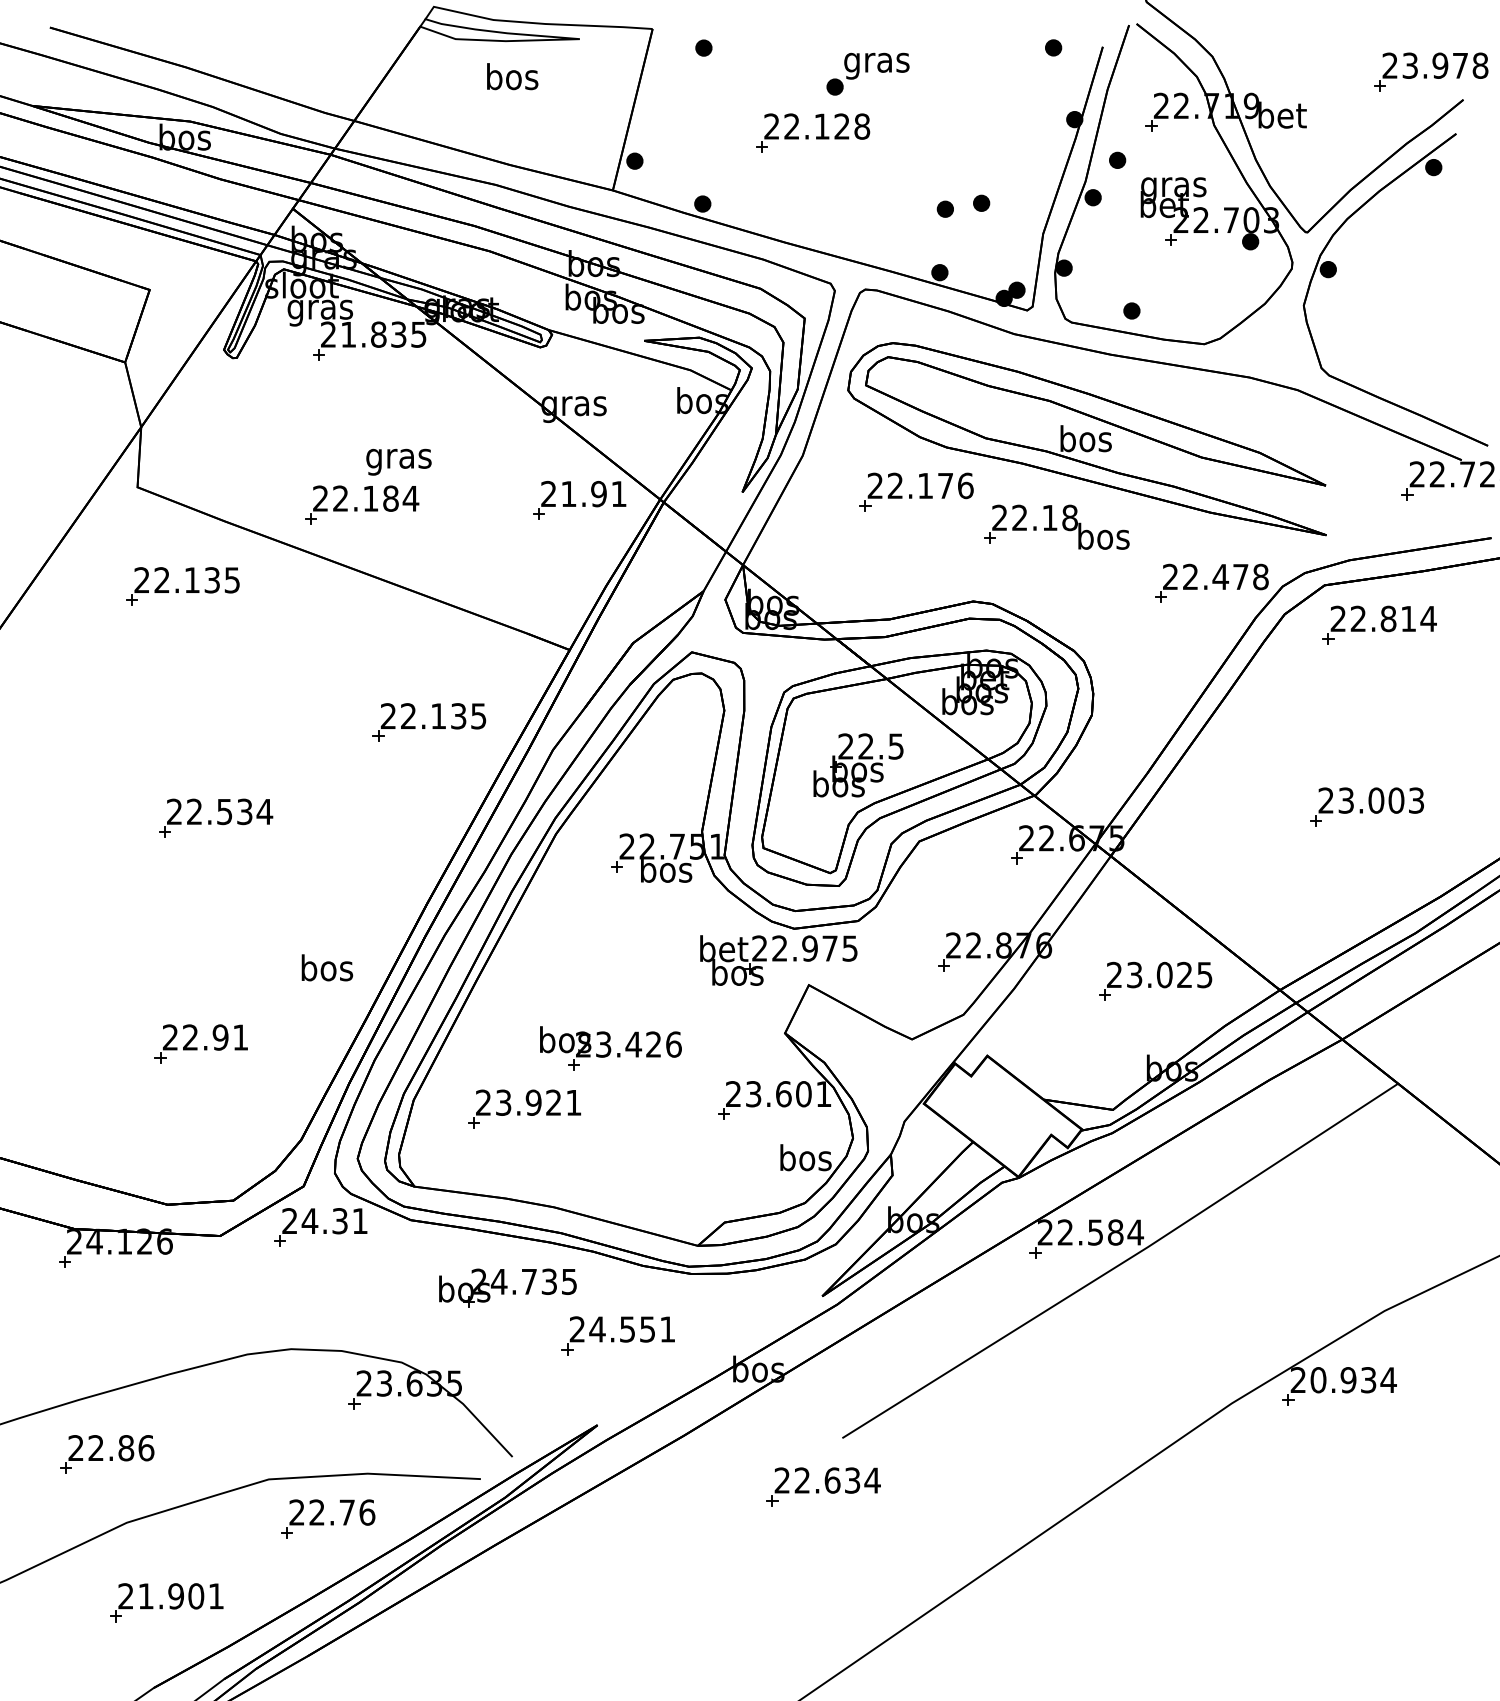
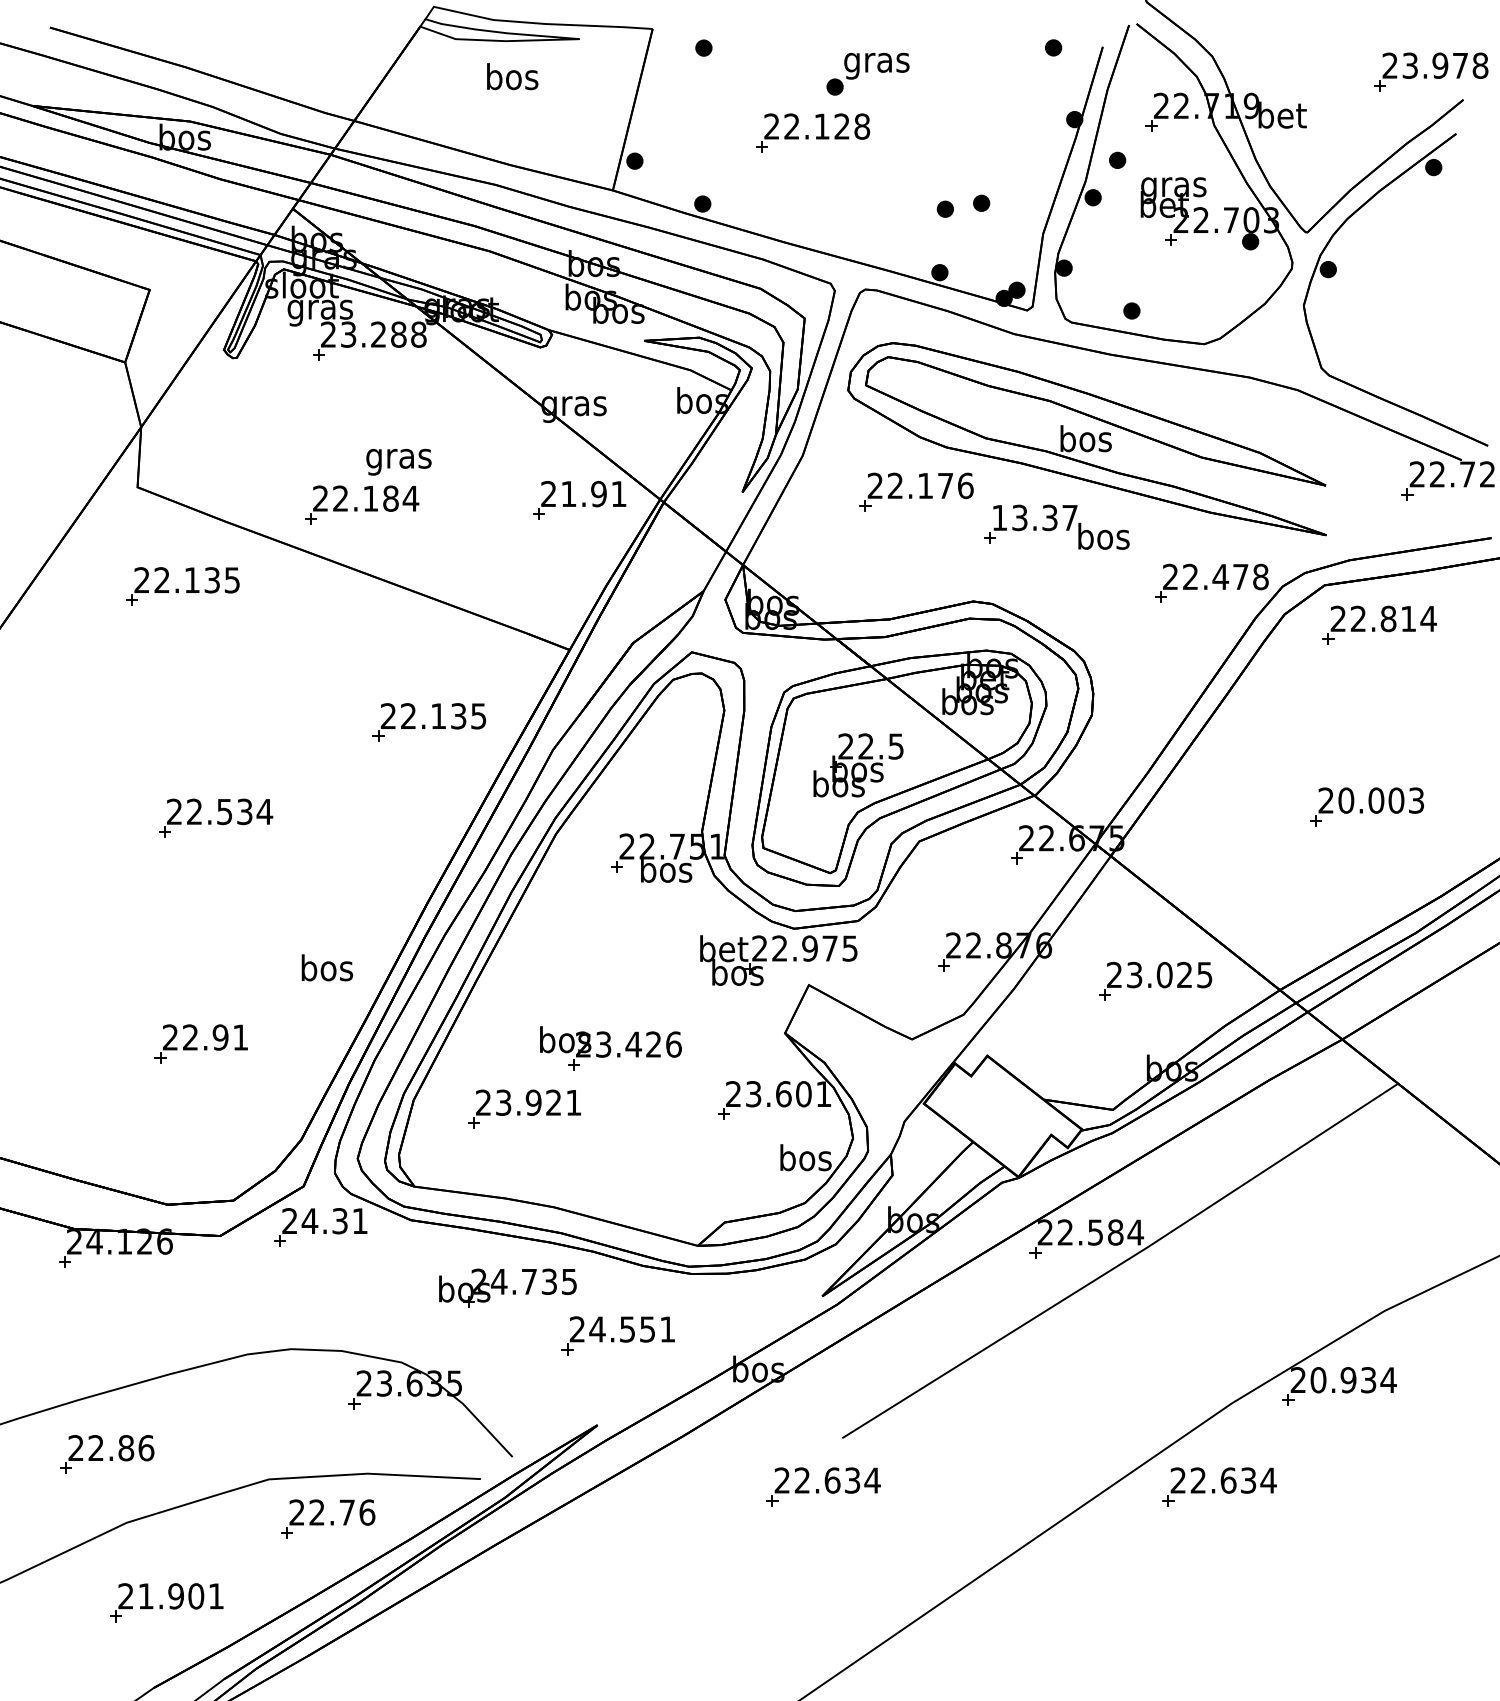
text at (383, 334): 21.835 -> 23.288
text at (1034, 517): 22.18 -> 13.37
text at (1346, 800): 23.003 -> 20.003
part at (1219, 1486): none -> present
